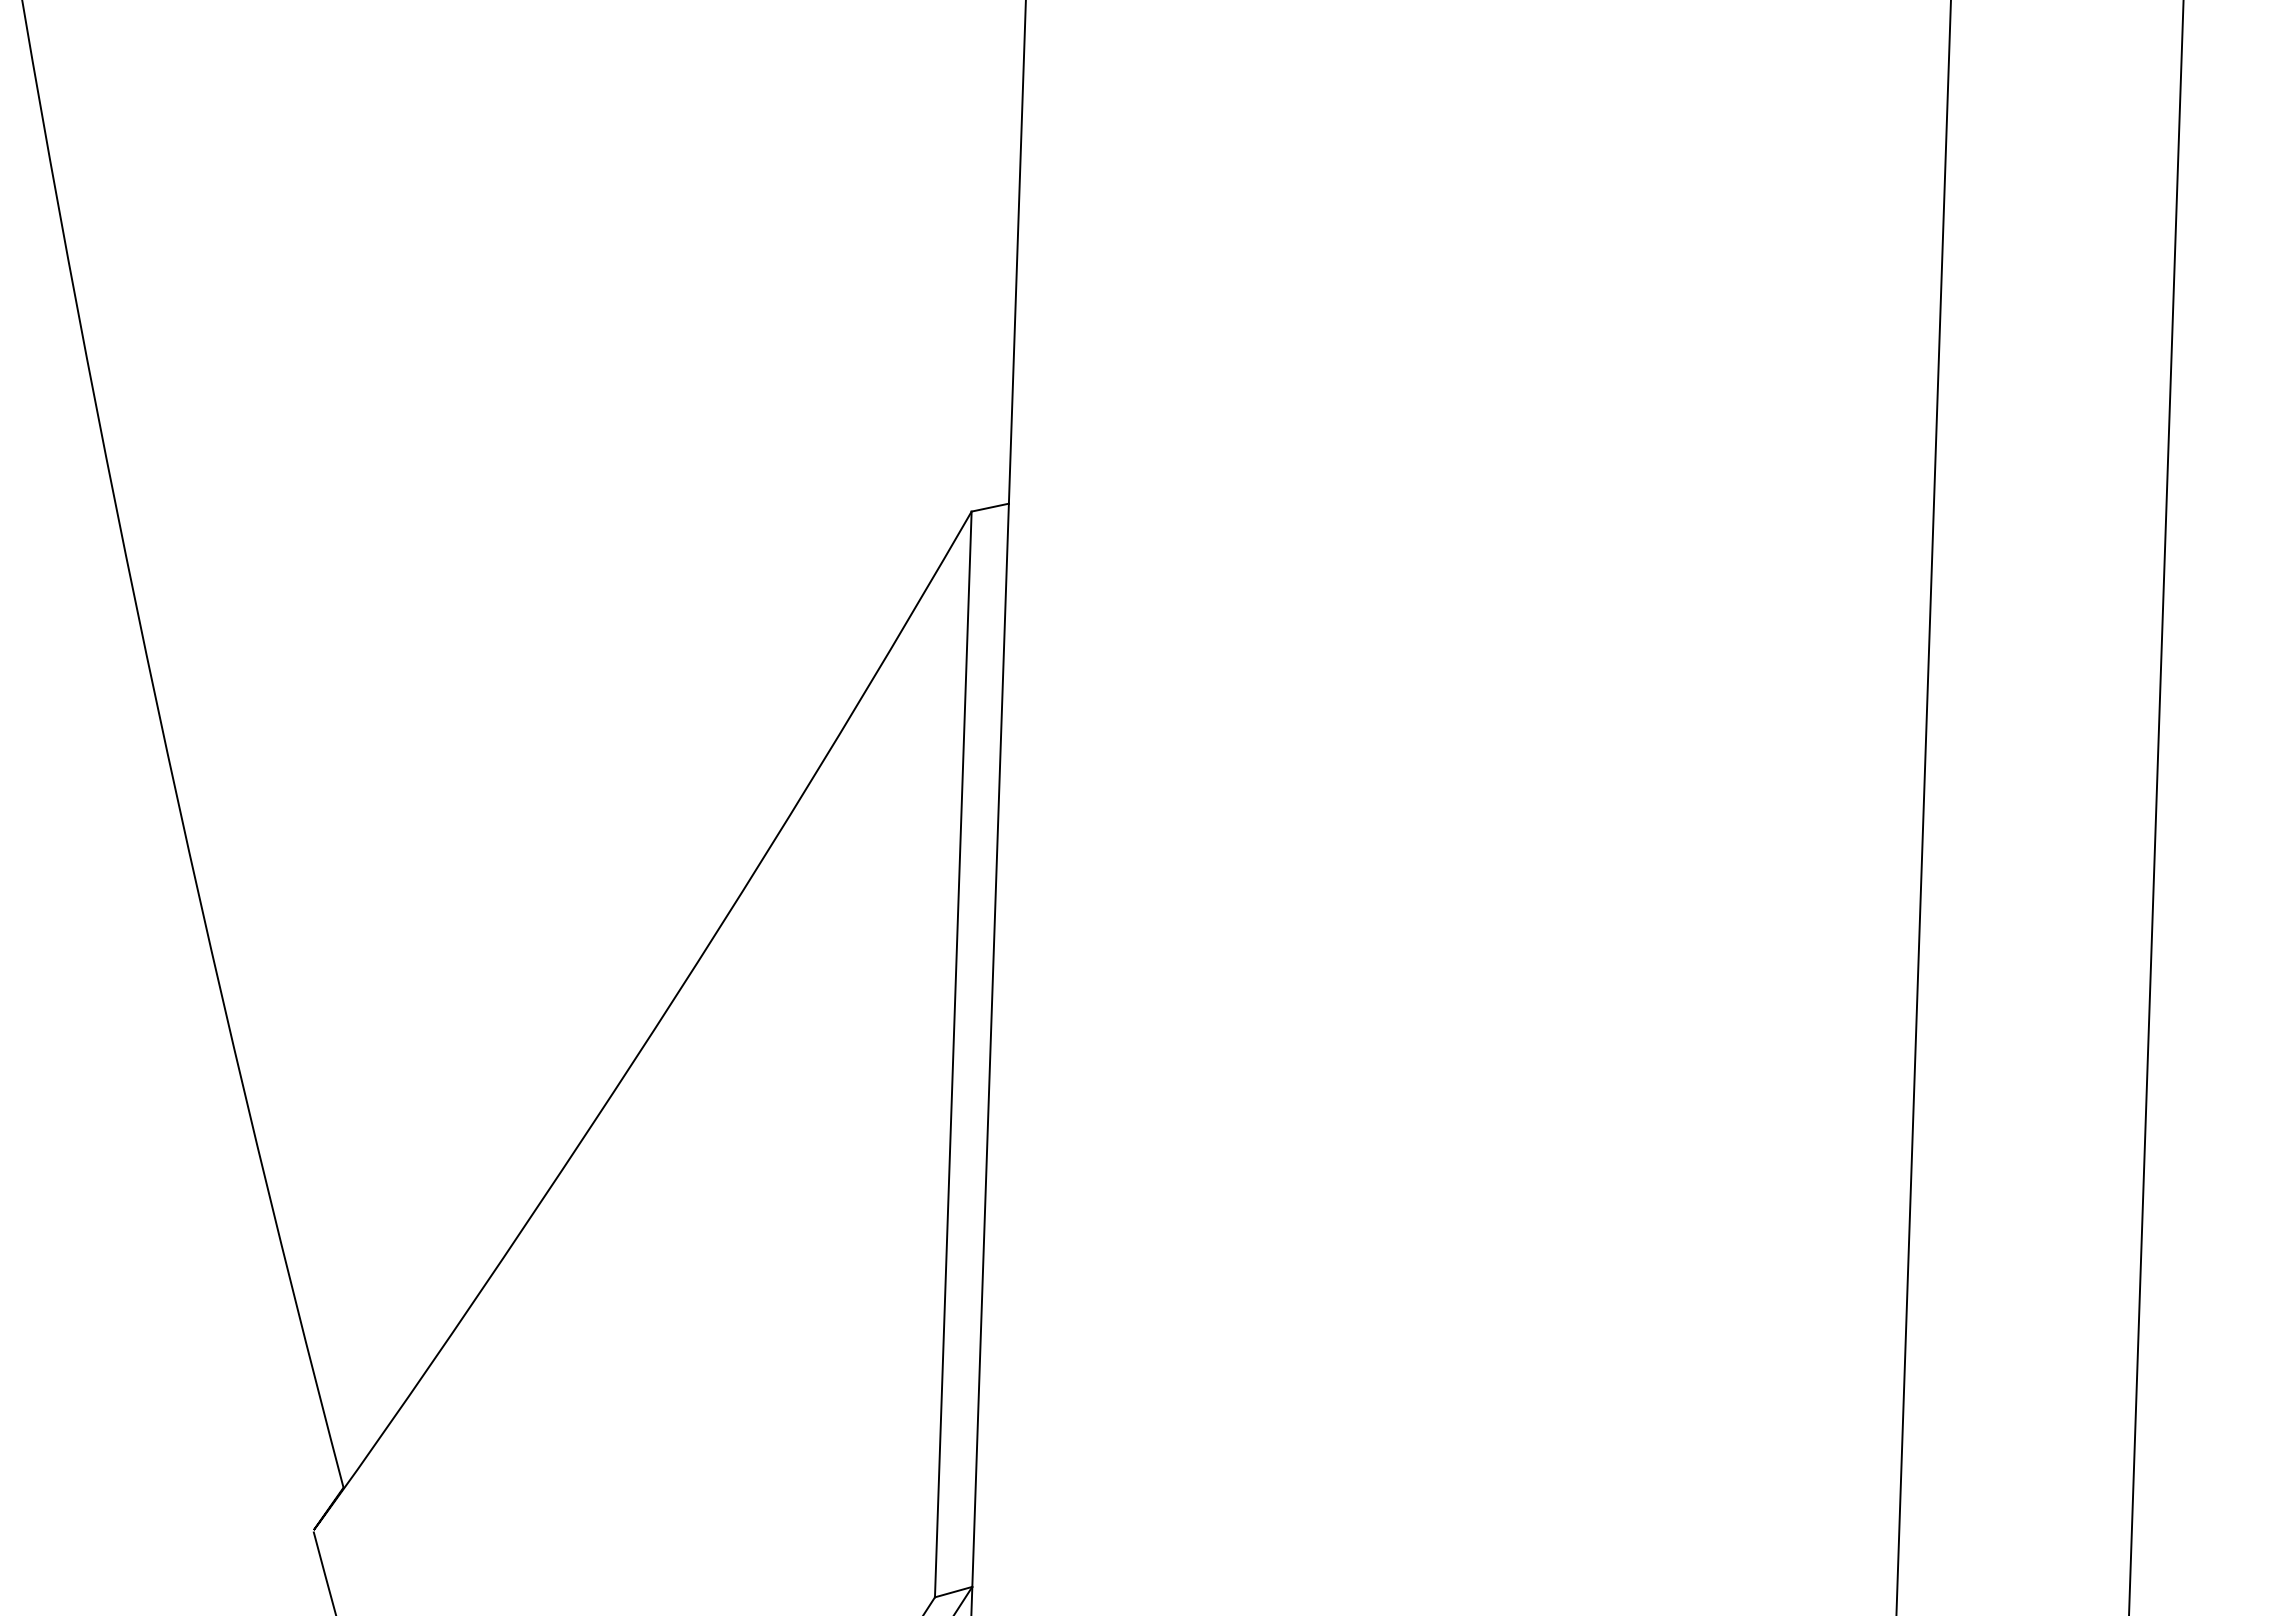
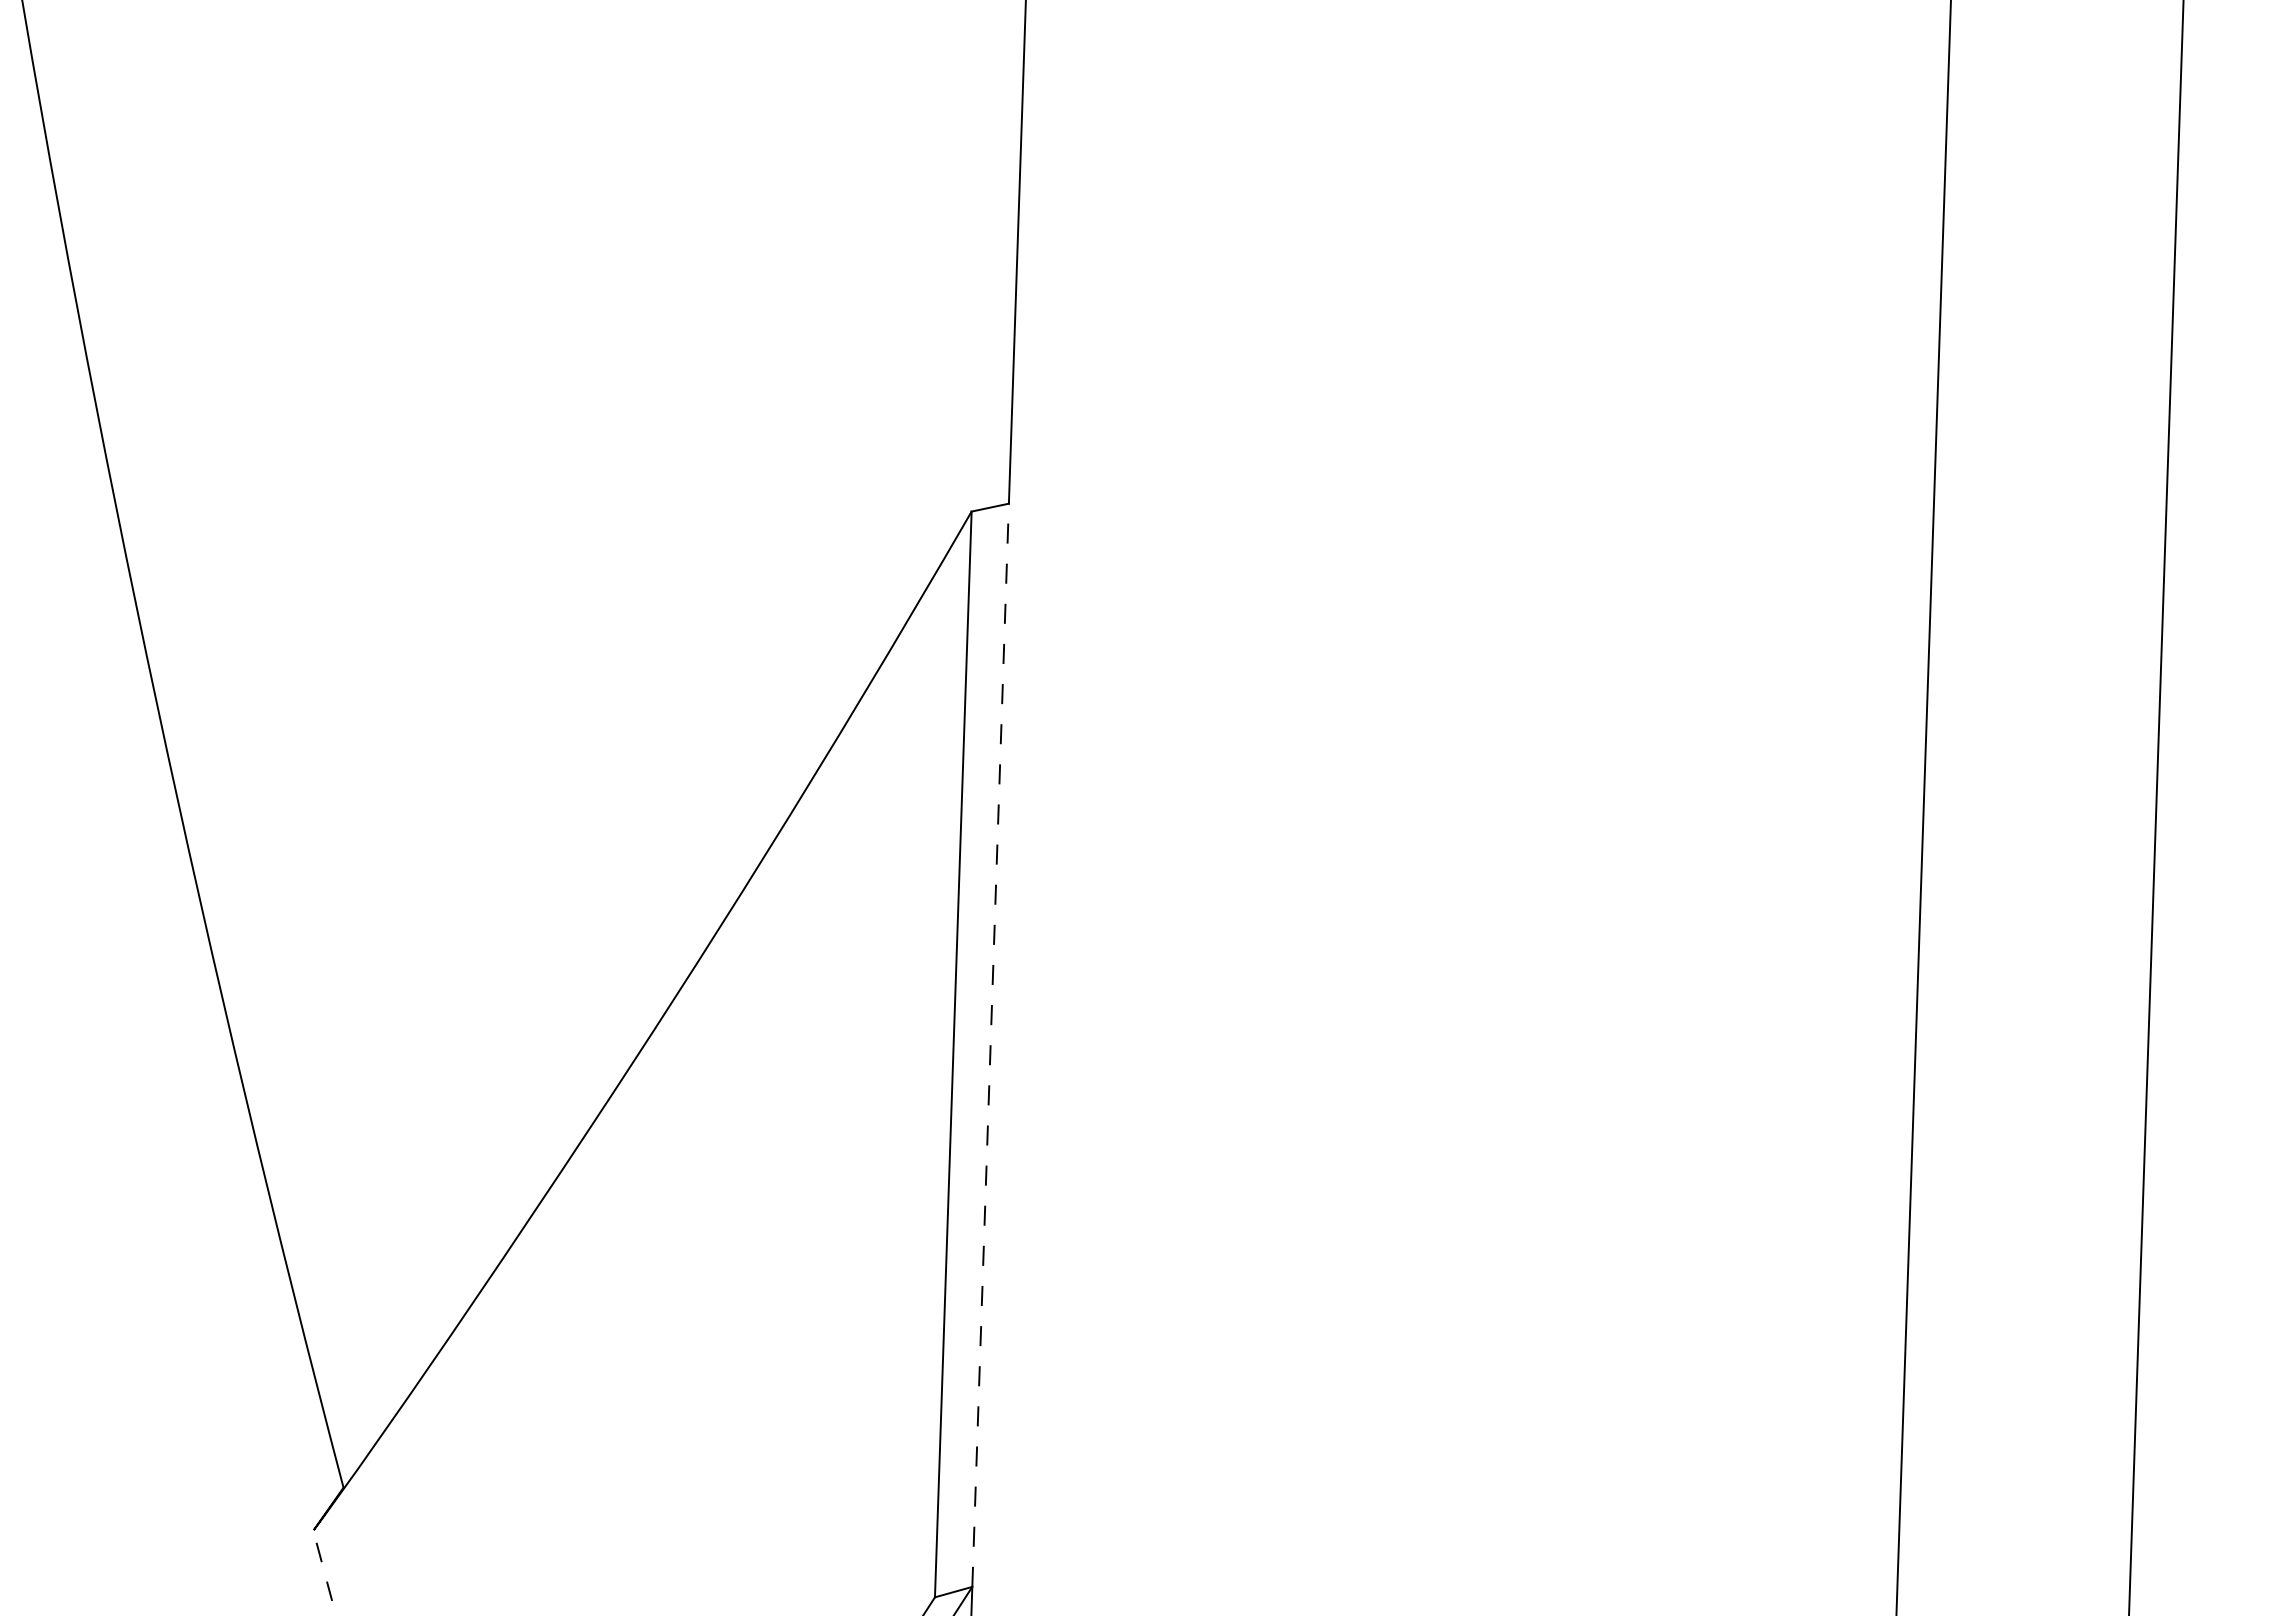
line at (990, 1045): solid -> dashed
arc at (324, 1572): solid -> dashed
